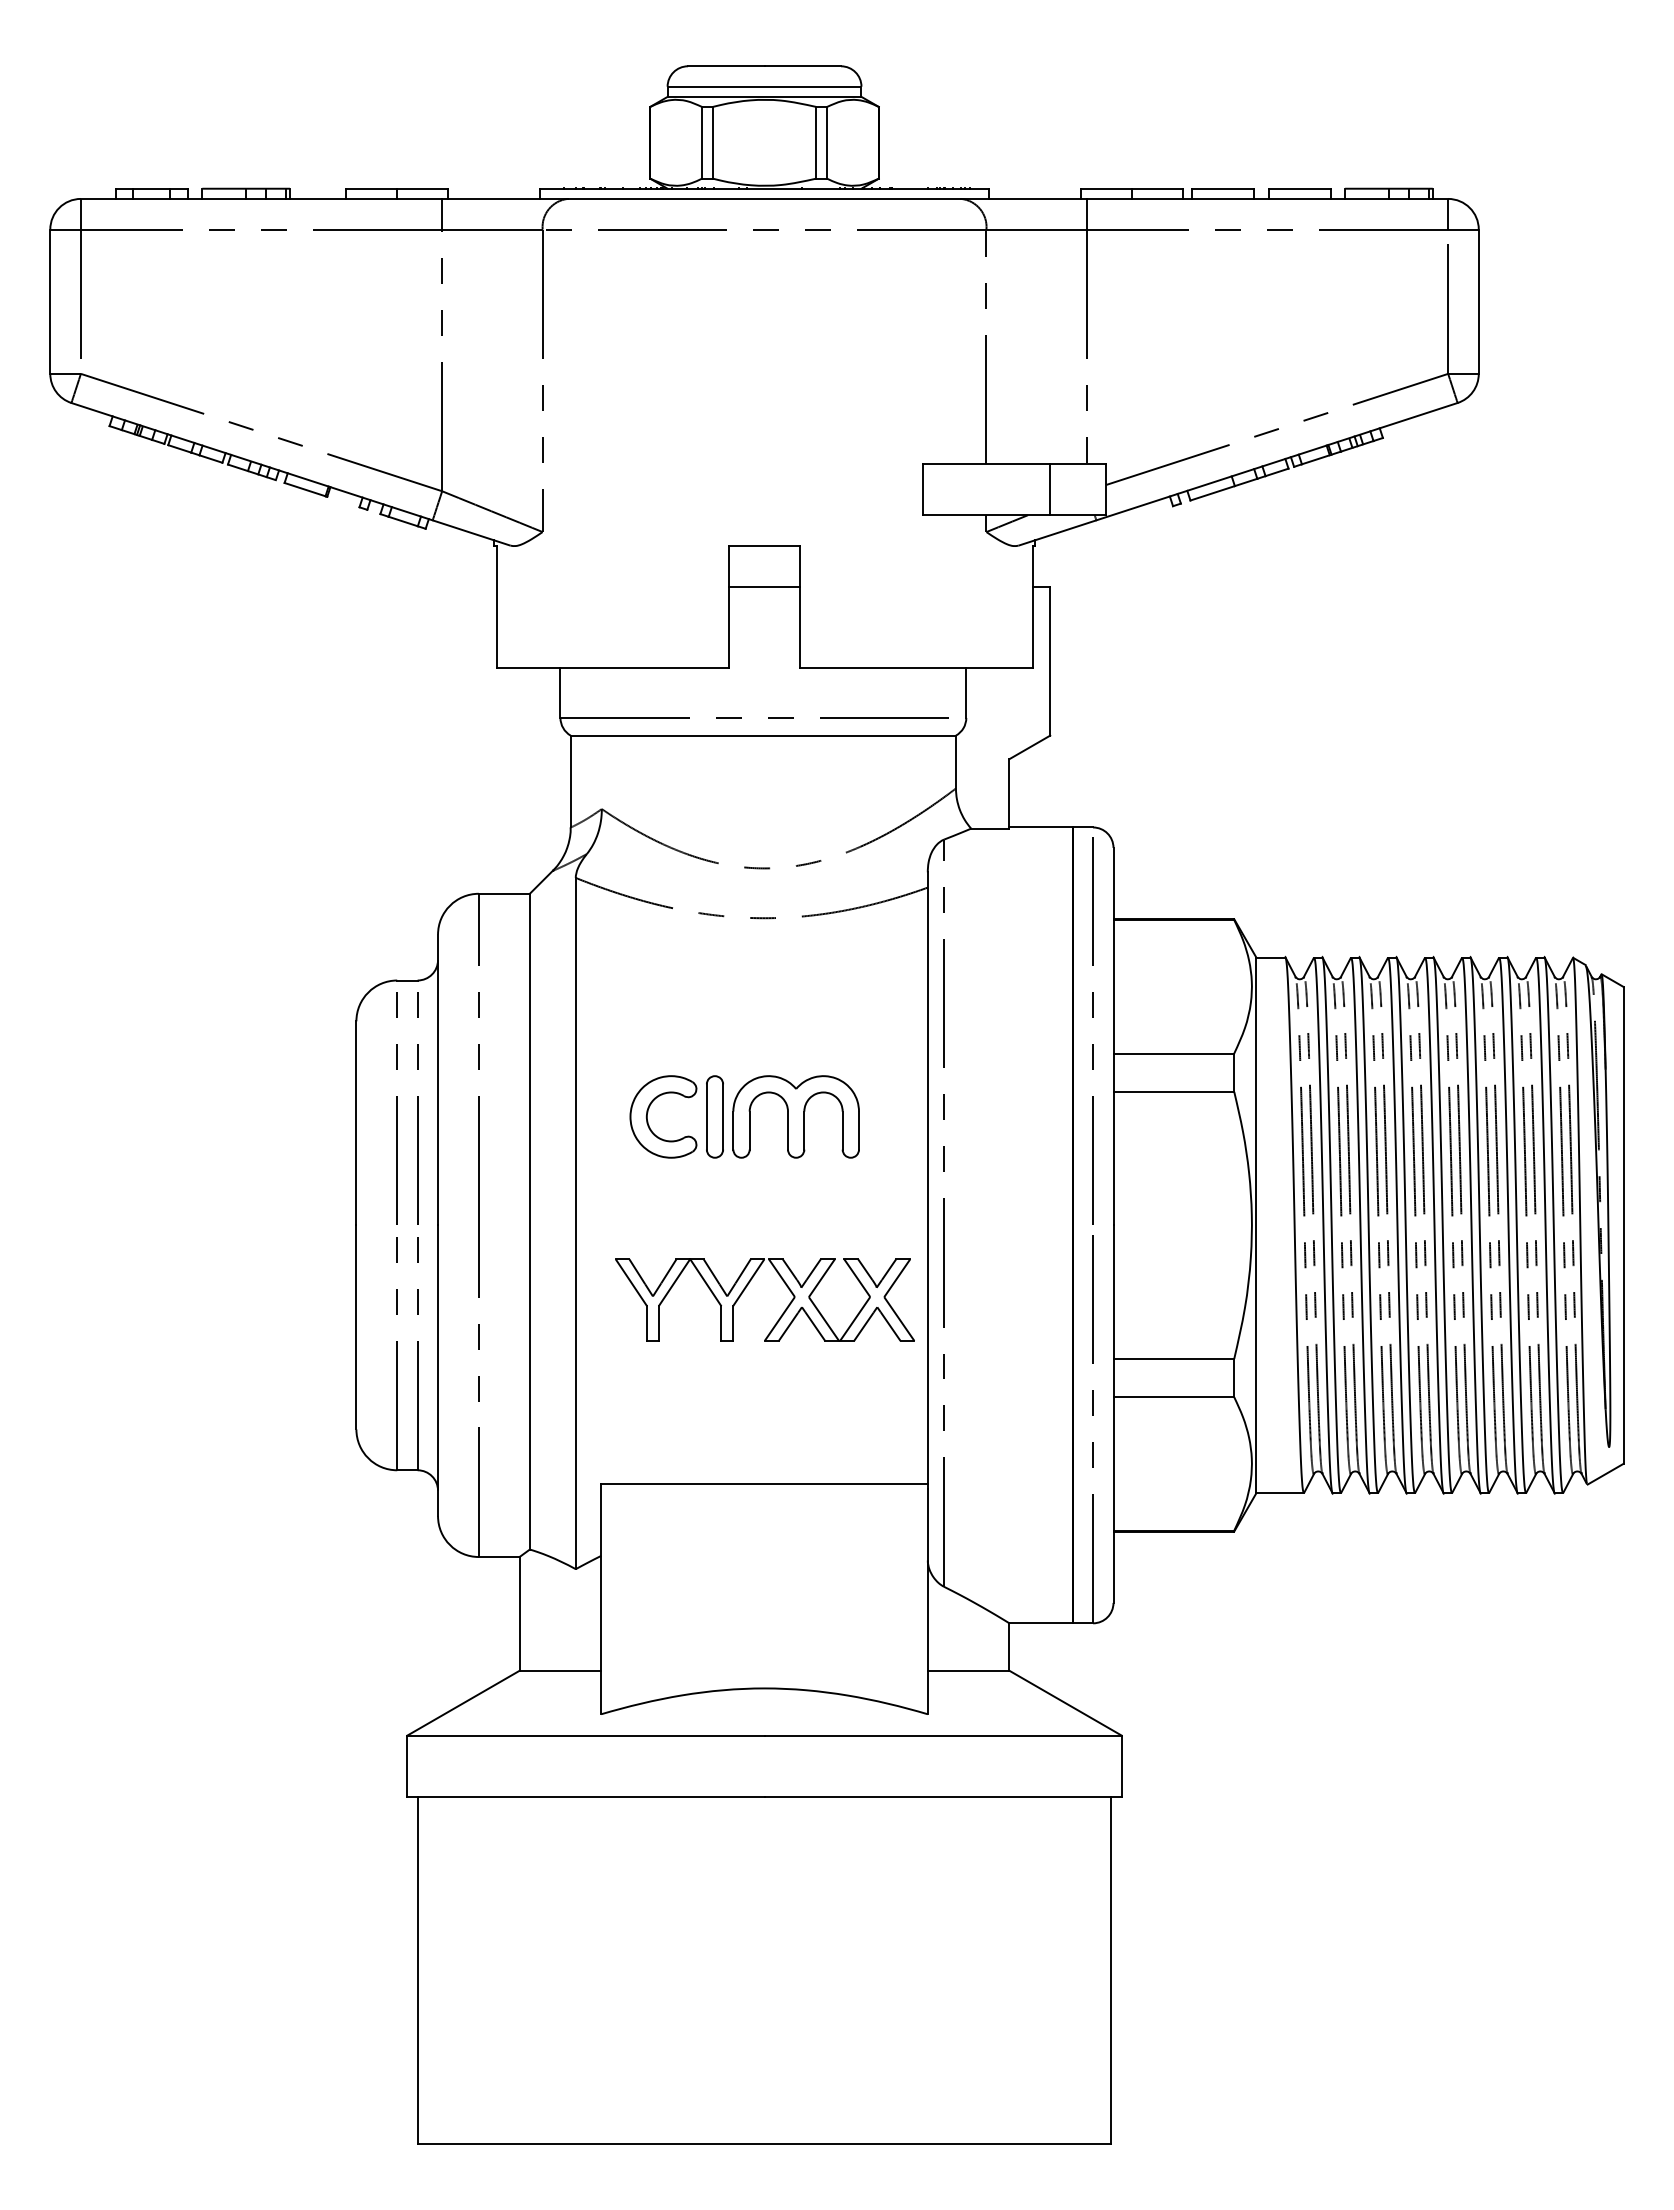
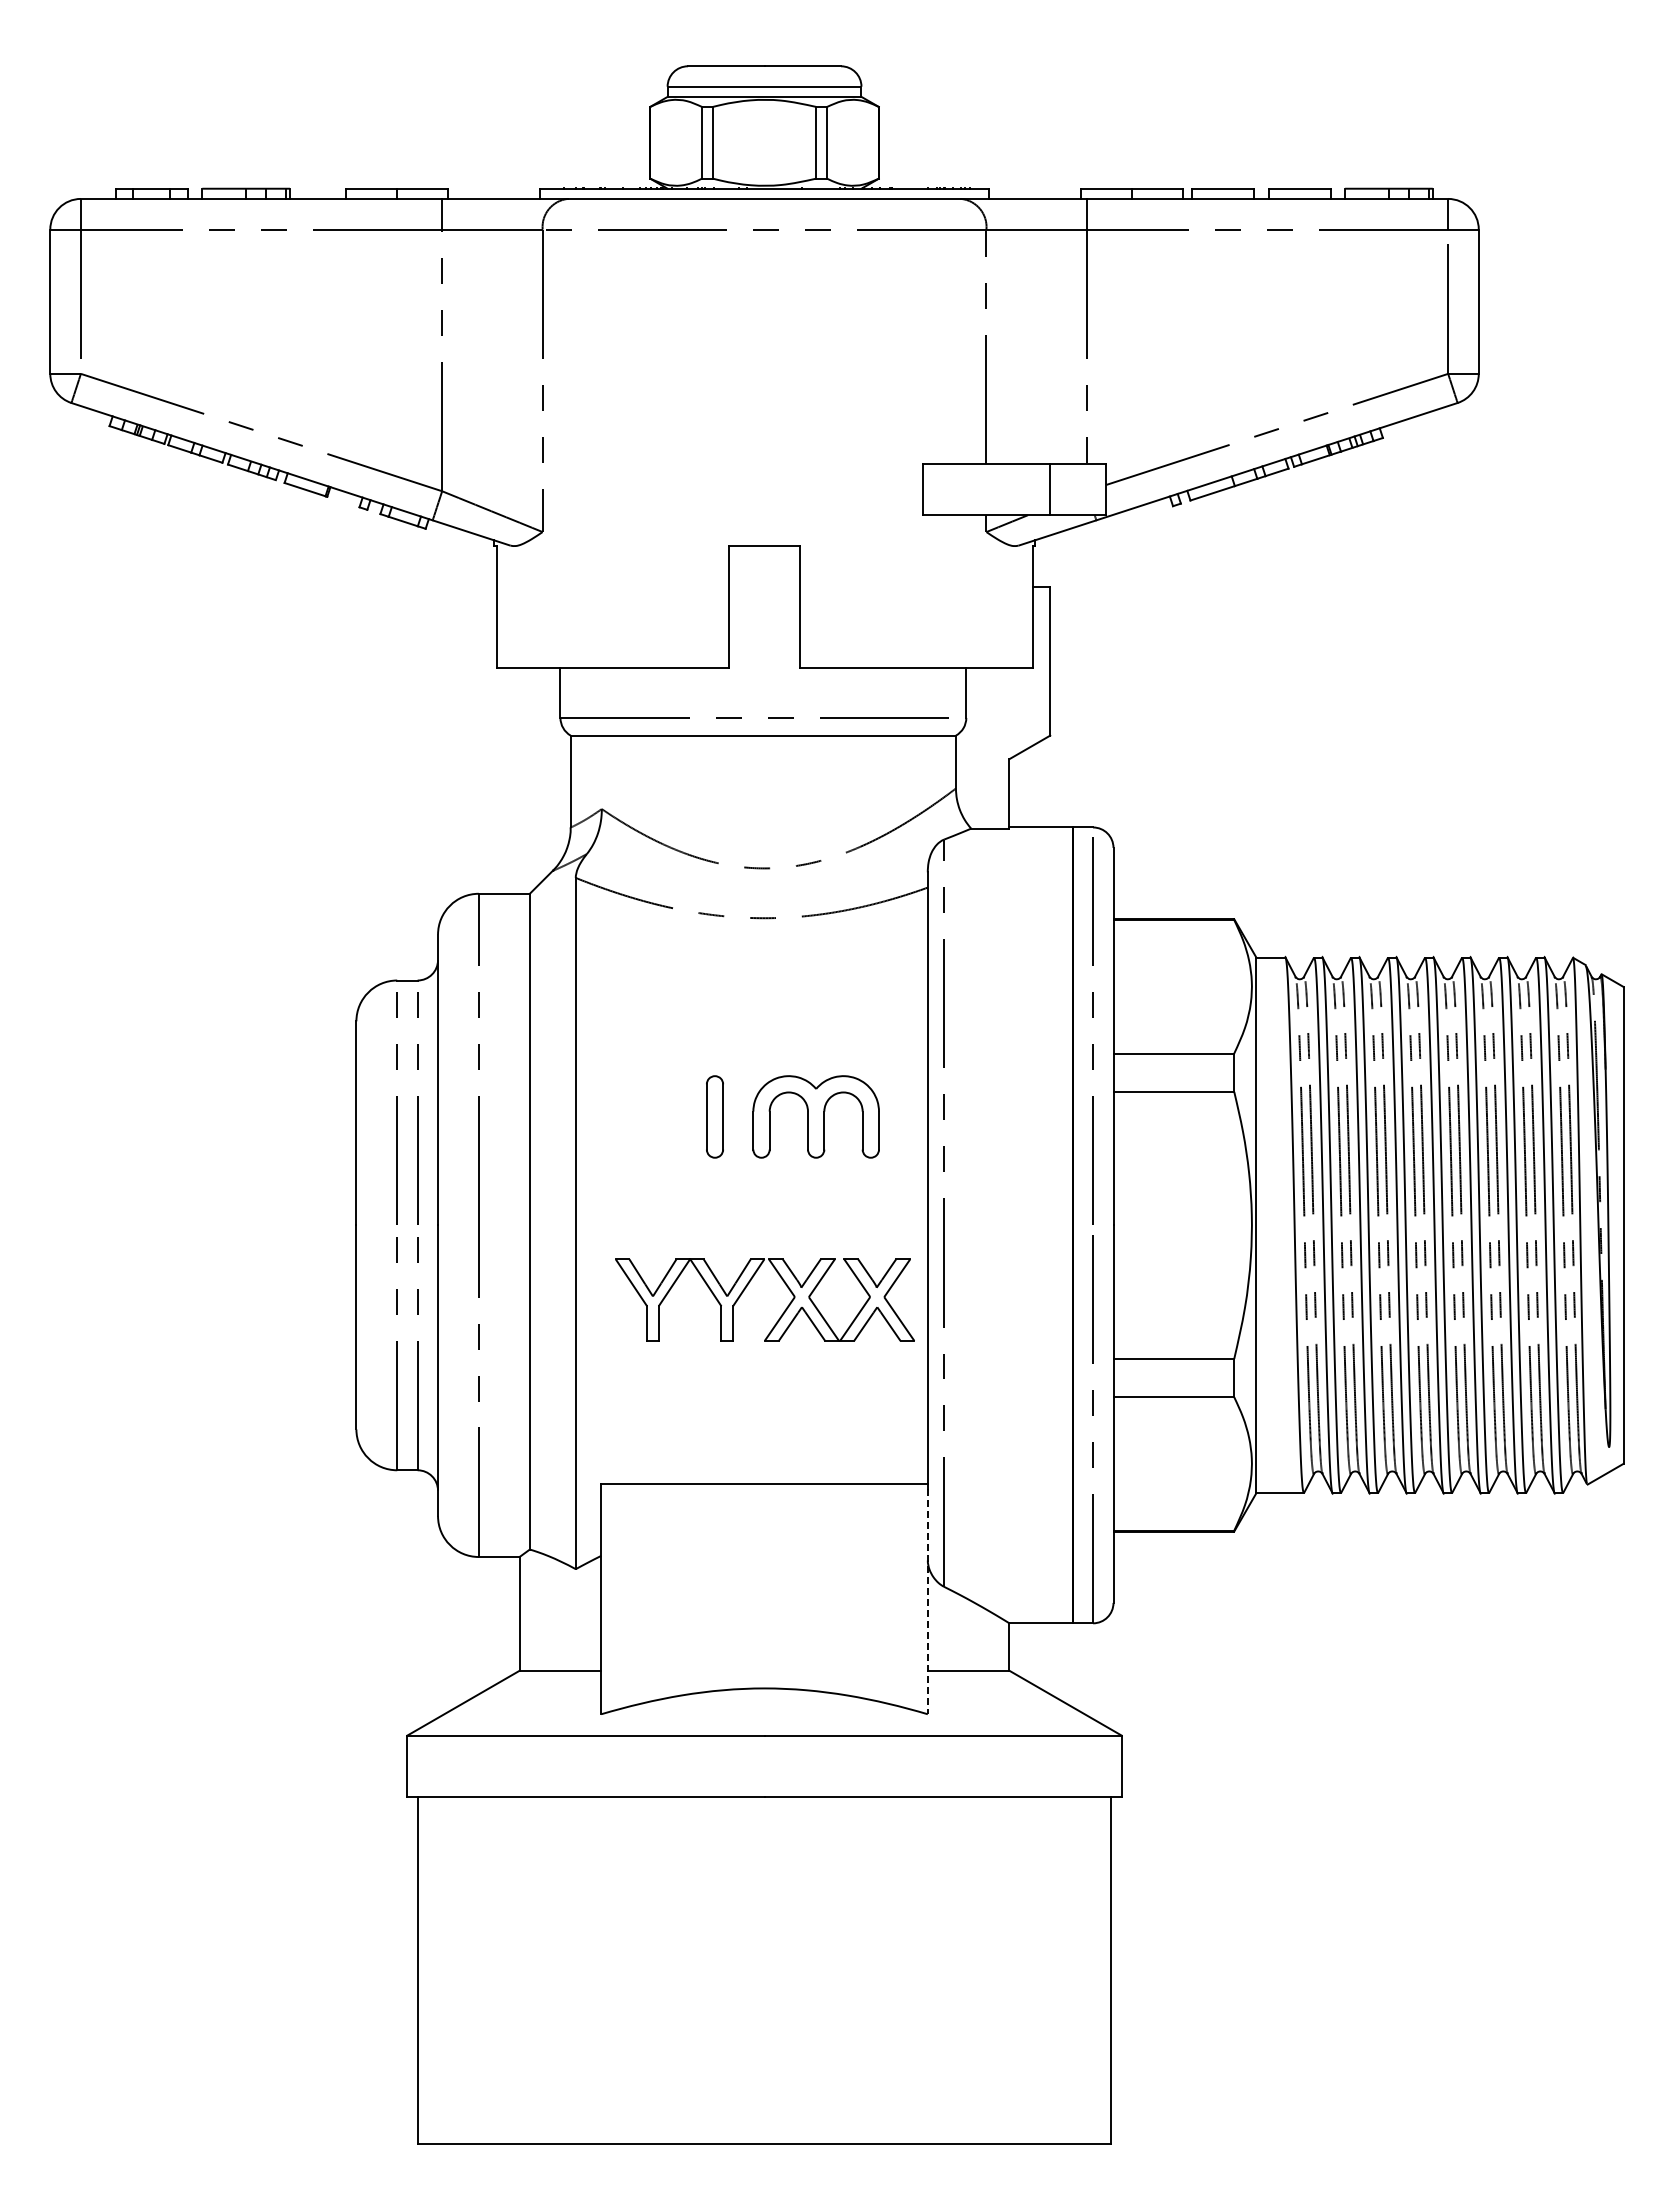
line at (764, 586): present -> none
part at (648, 1112): present -> none
part at (795, 1116) position: (795, 1116) -> (815, 1116)
line at (927, 1602): solid -> dashed
